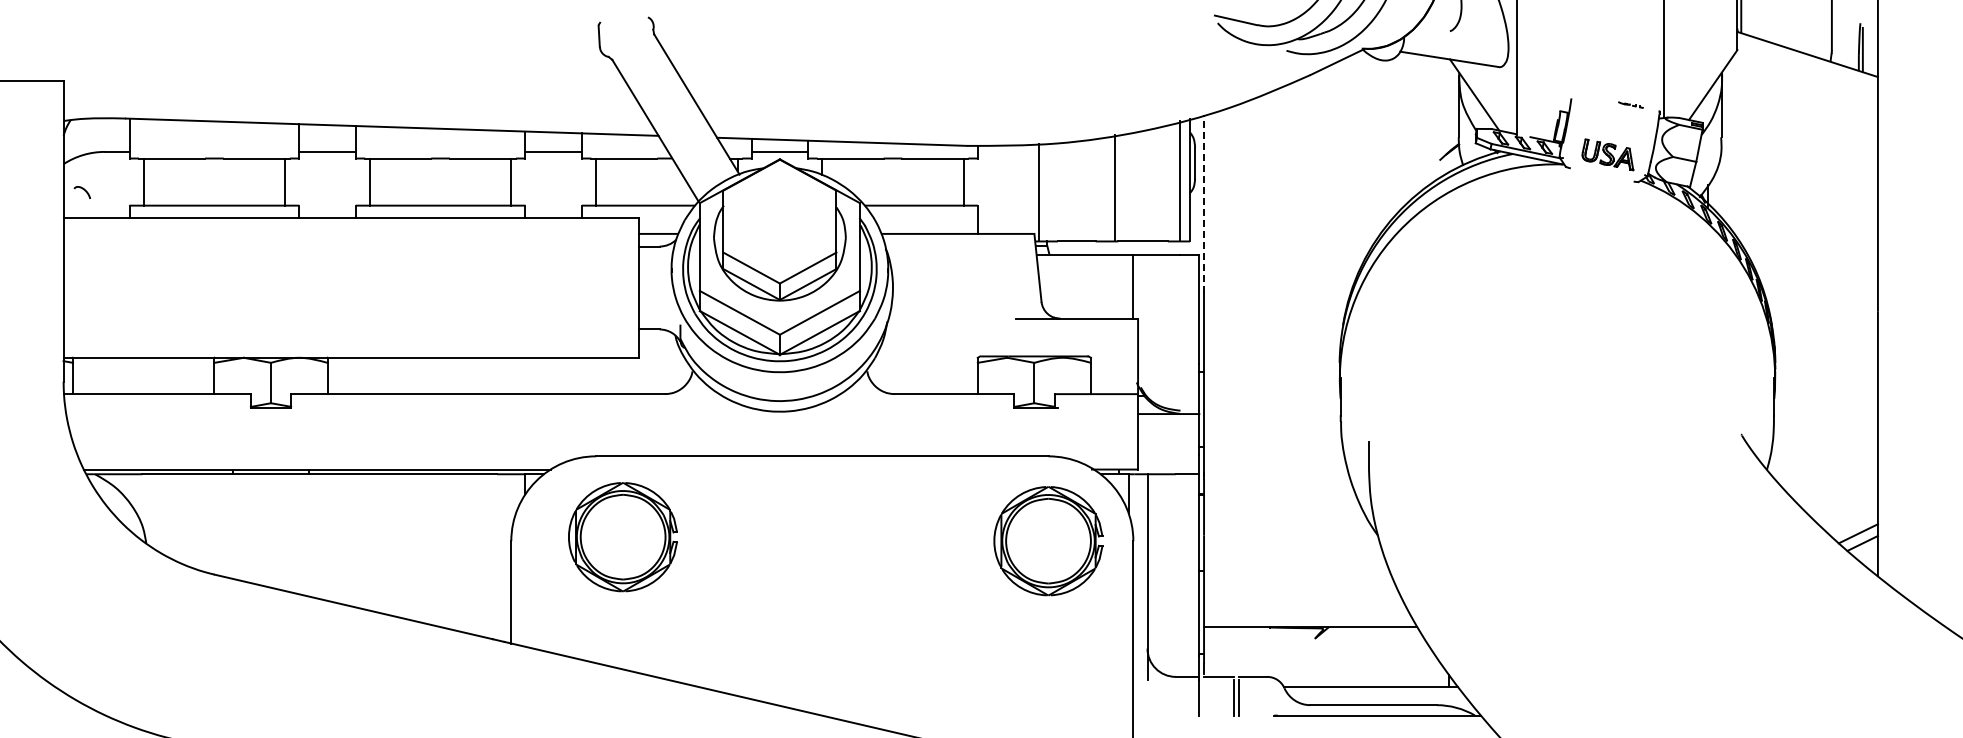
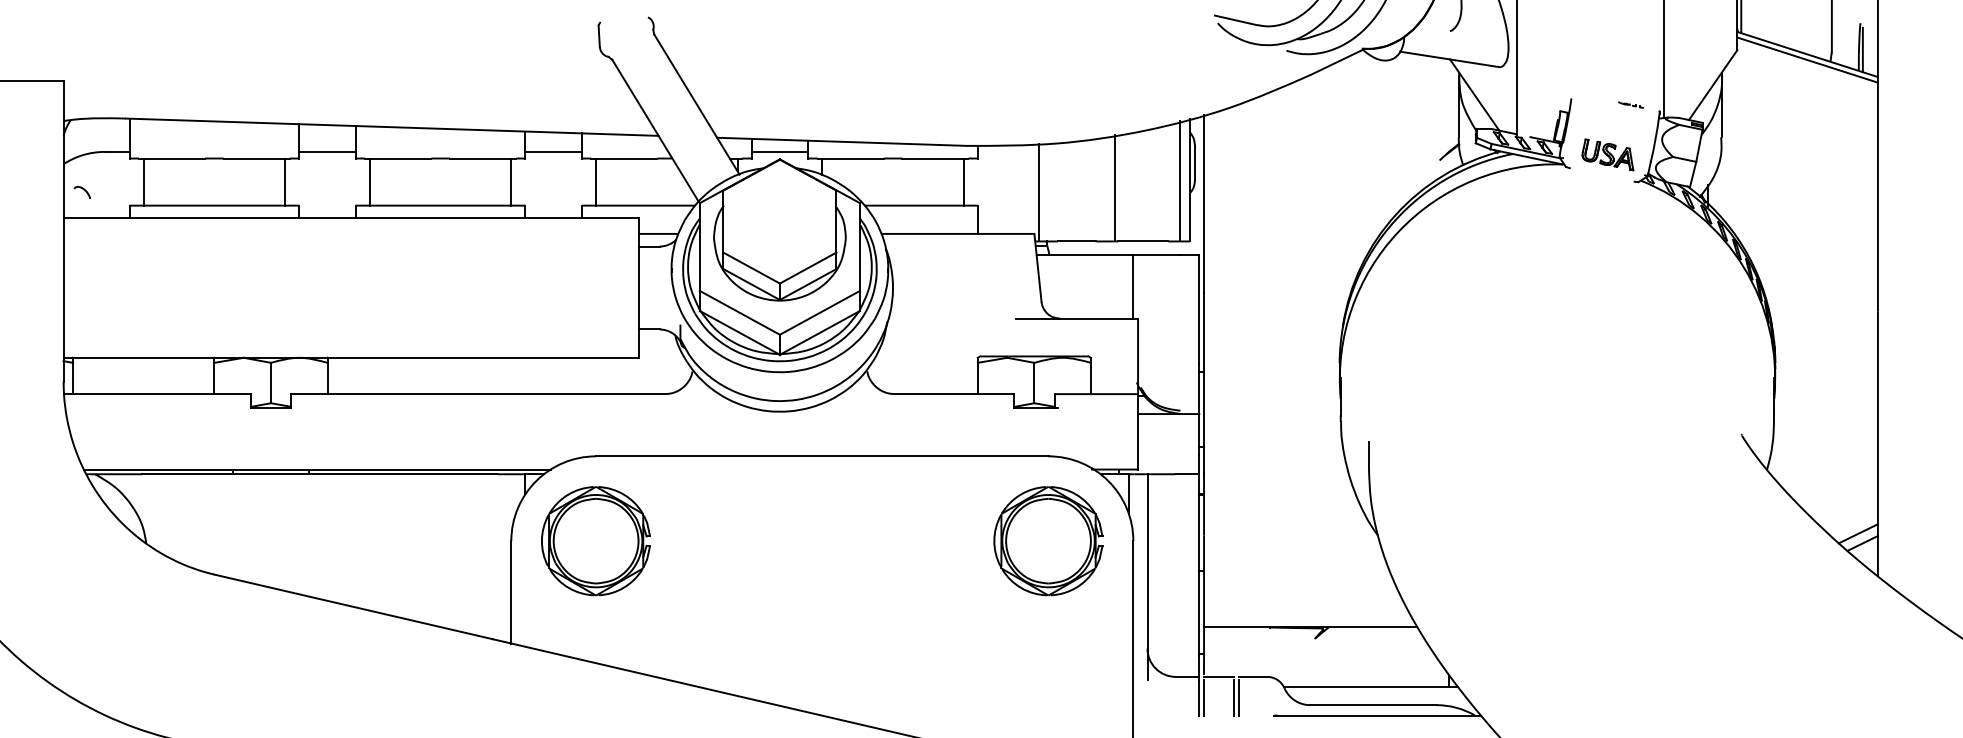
line at (1807, 59): none -> present
line at (1204, 203): dashed -> solid
part at (622, 537) position: (622, 537) -> (595, 541)
line at (1204, 697): none -> present
